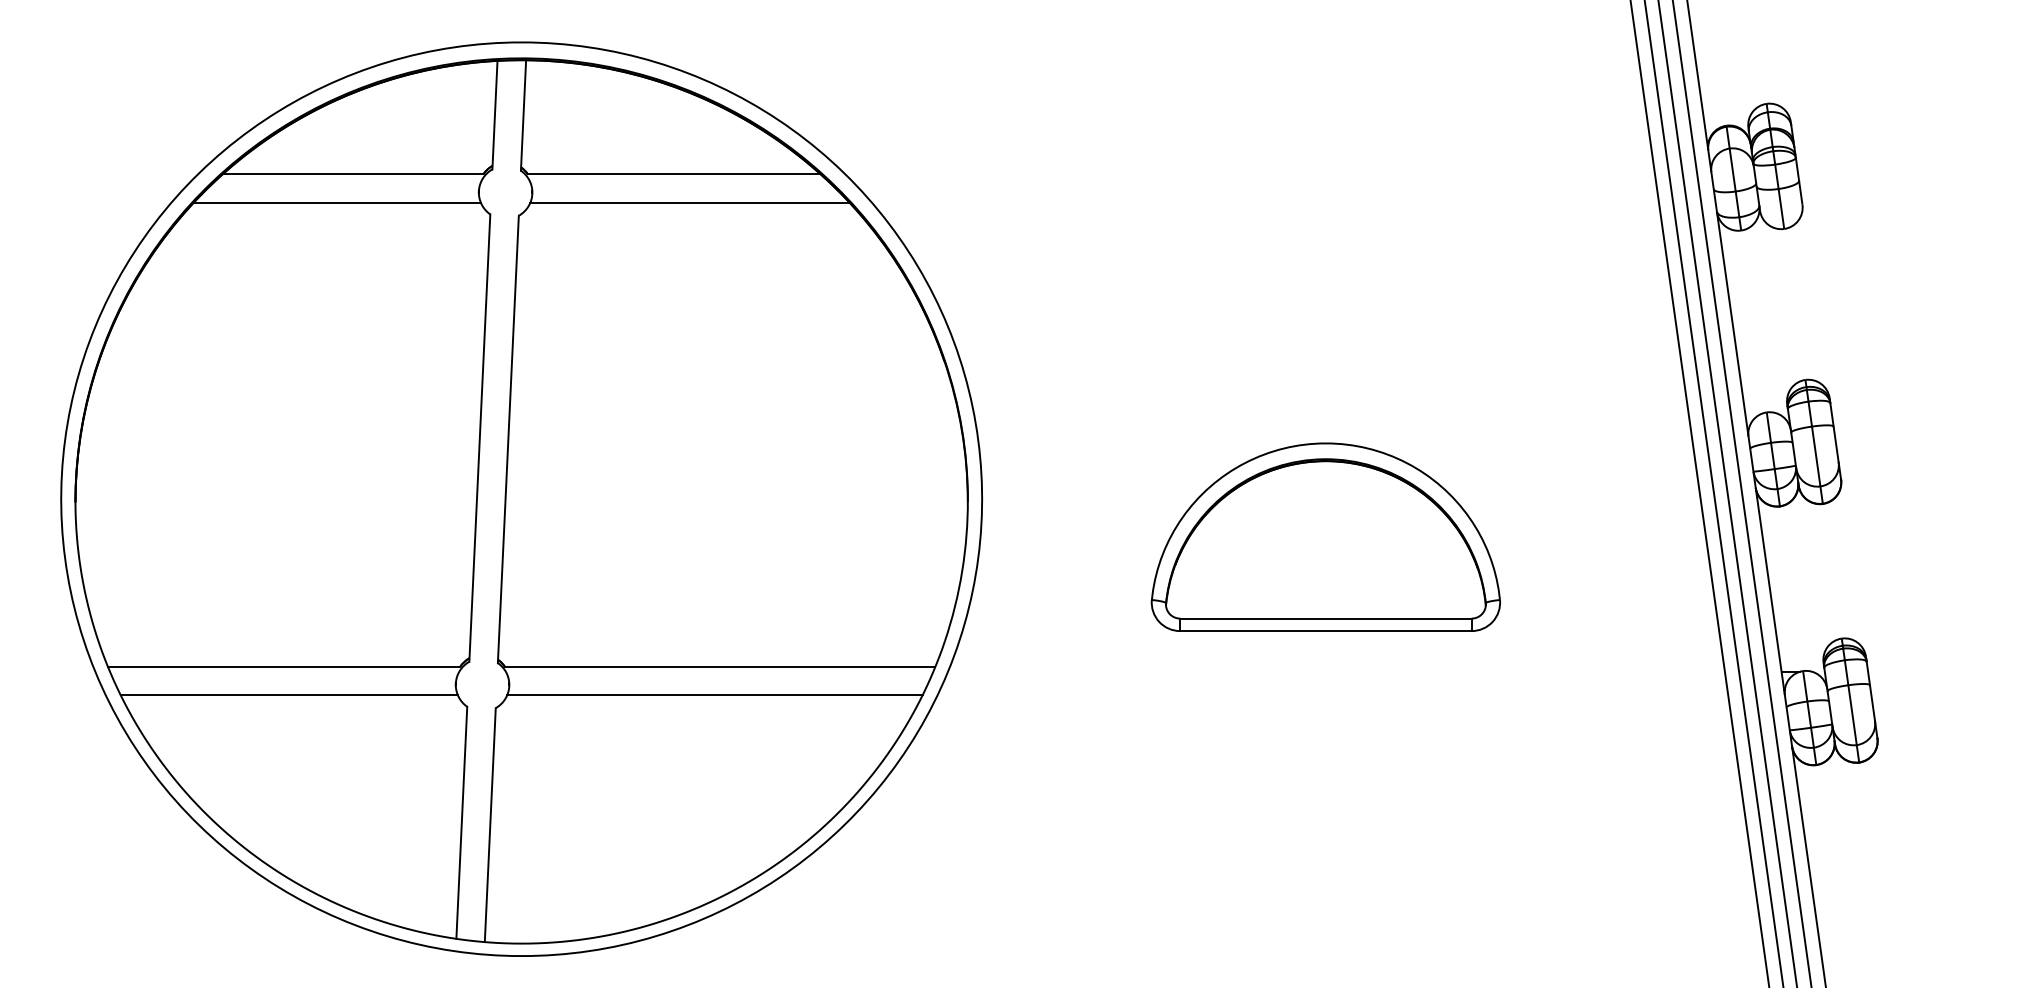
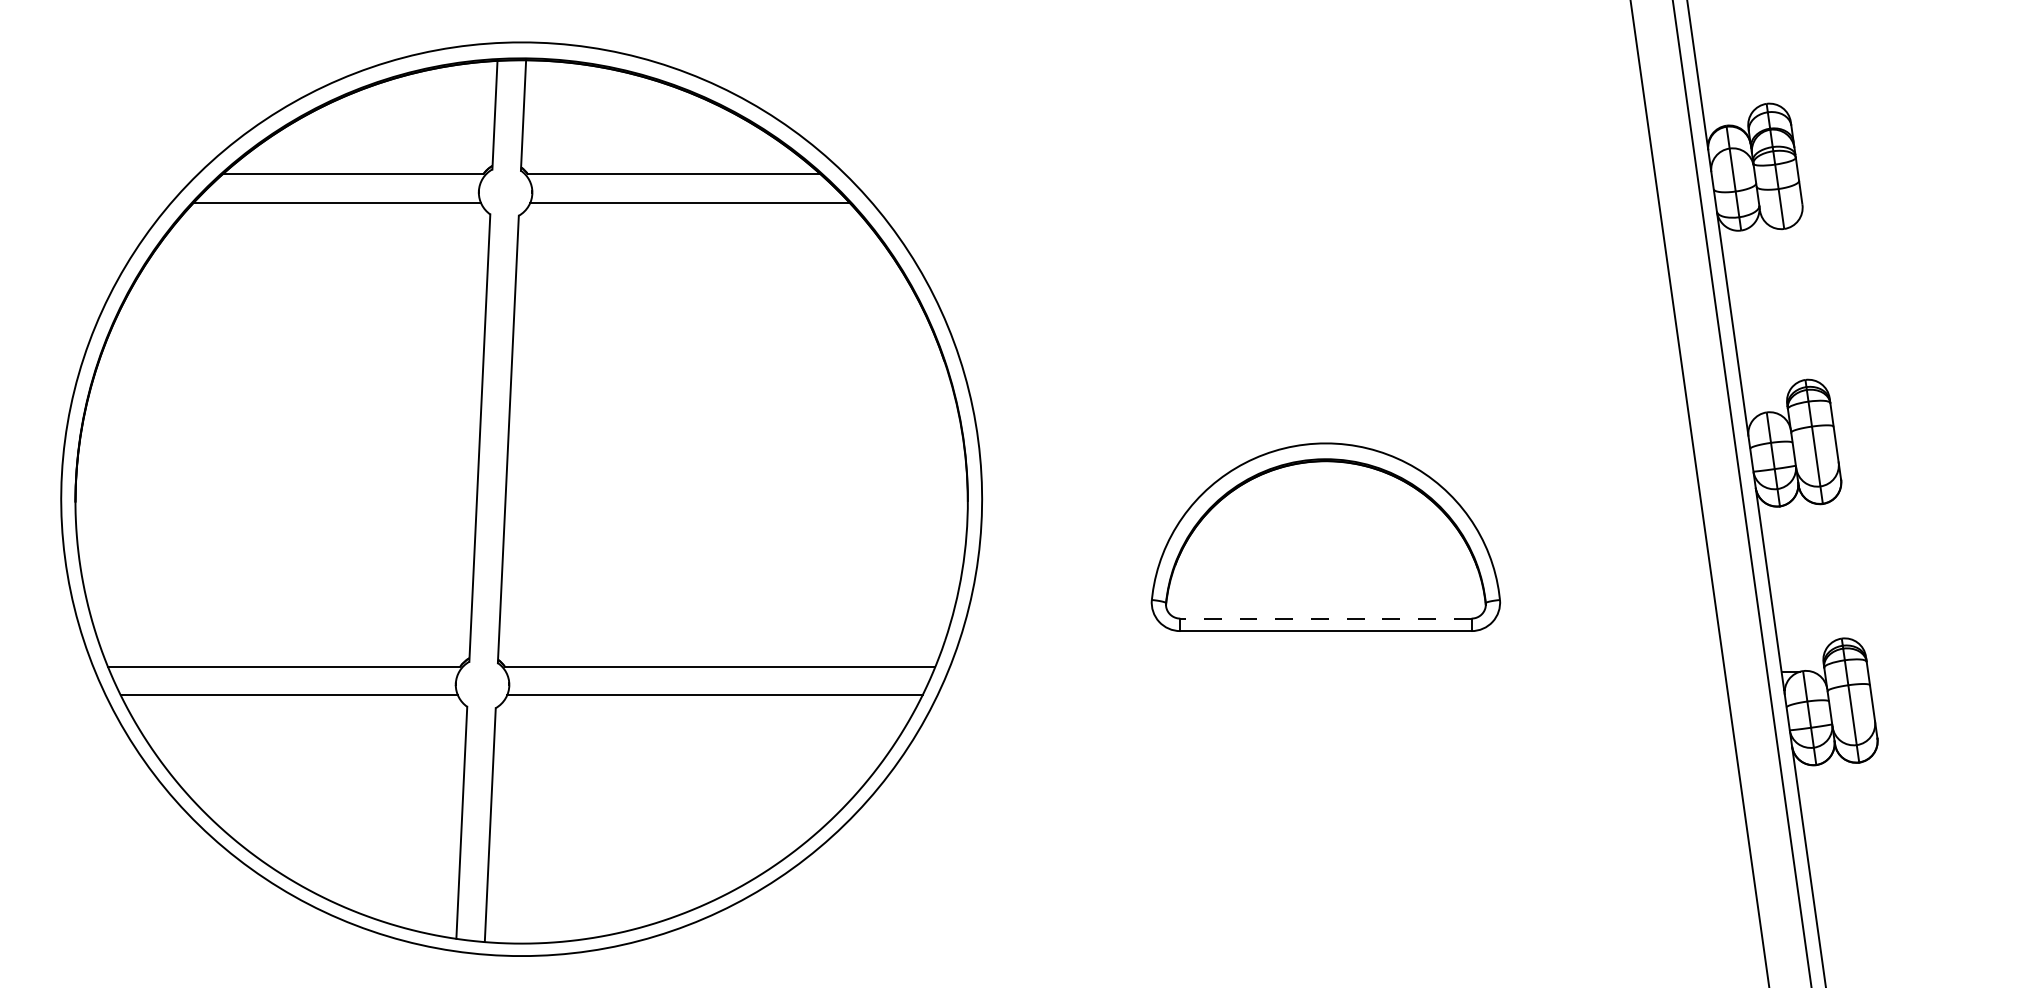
line at (1714, 493): present -> none
line at (1727, 493): present -> none
line at (1325, 618): solid -> dashed
